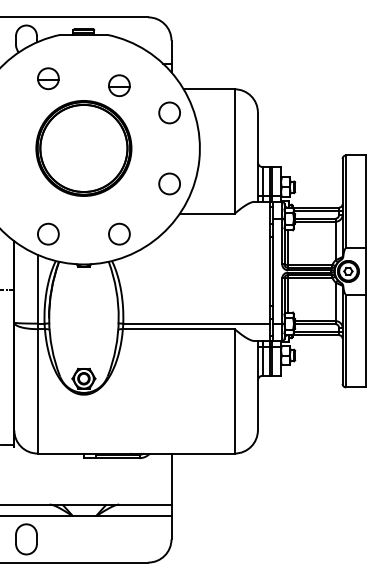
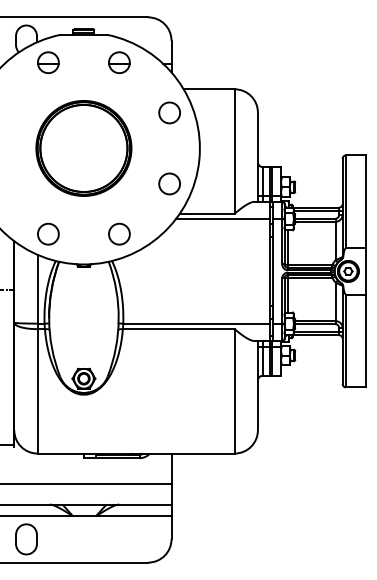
part at (48, 78) position: (48, 78) -> (48, 62)
part at (119, 85) position: (119, 85) -> (119, 62)
line at (222, 219): none -> present
line at (86, 483): none -> present
